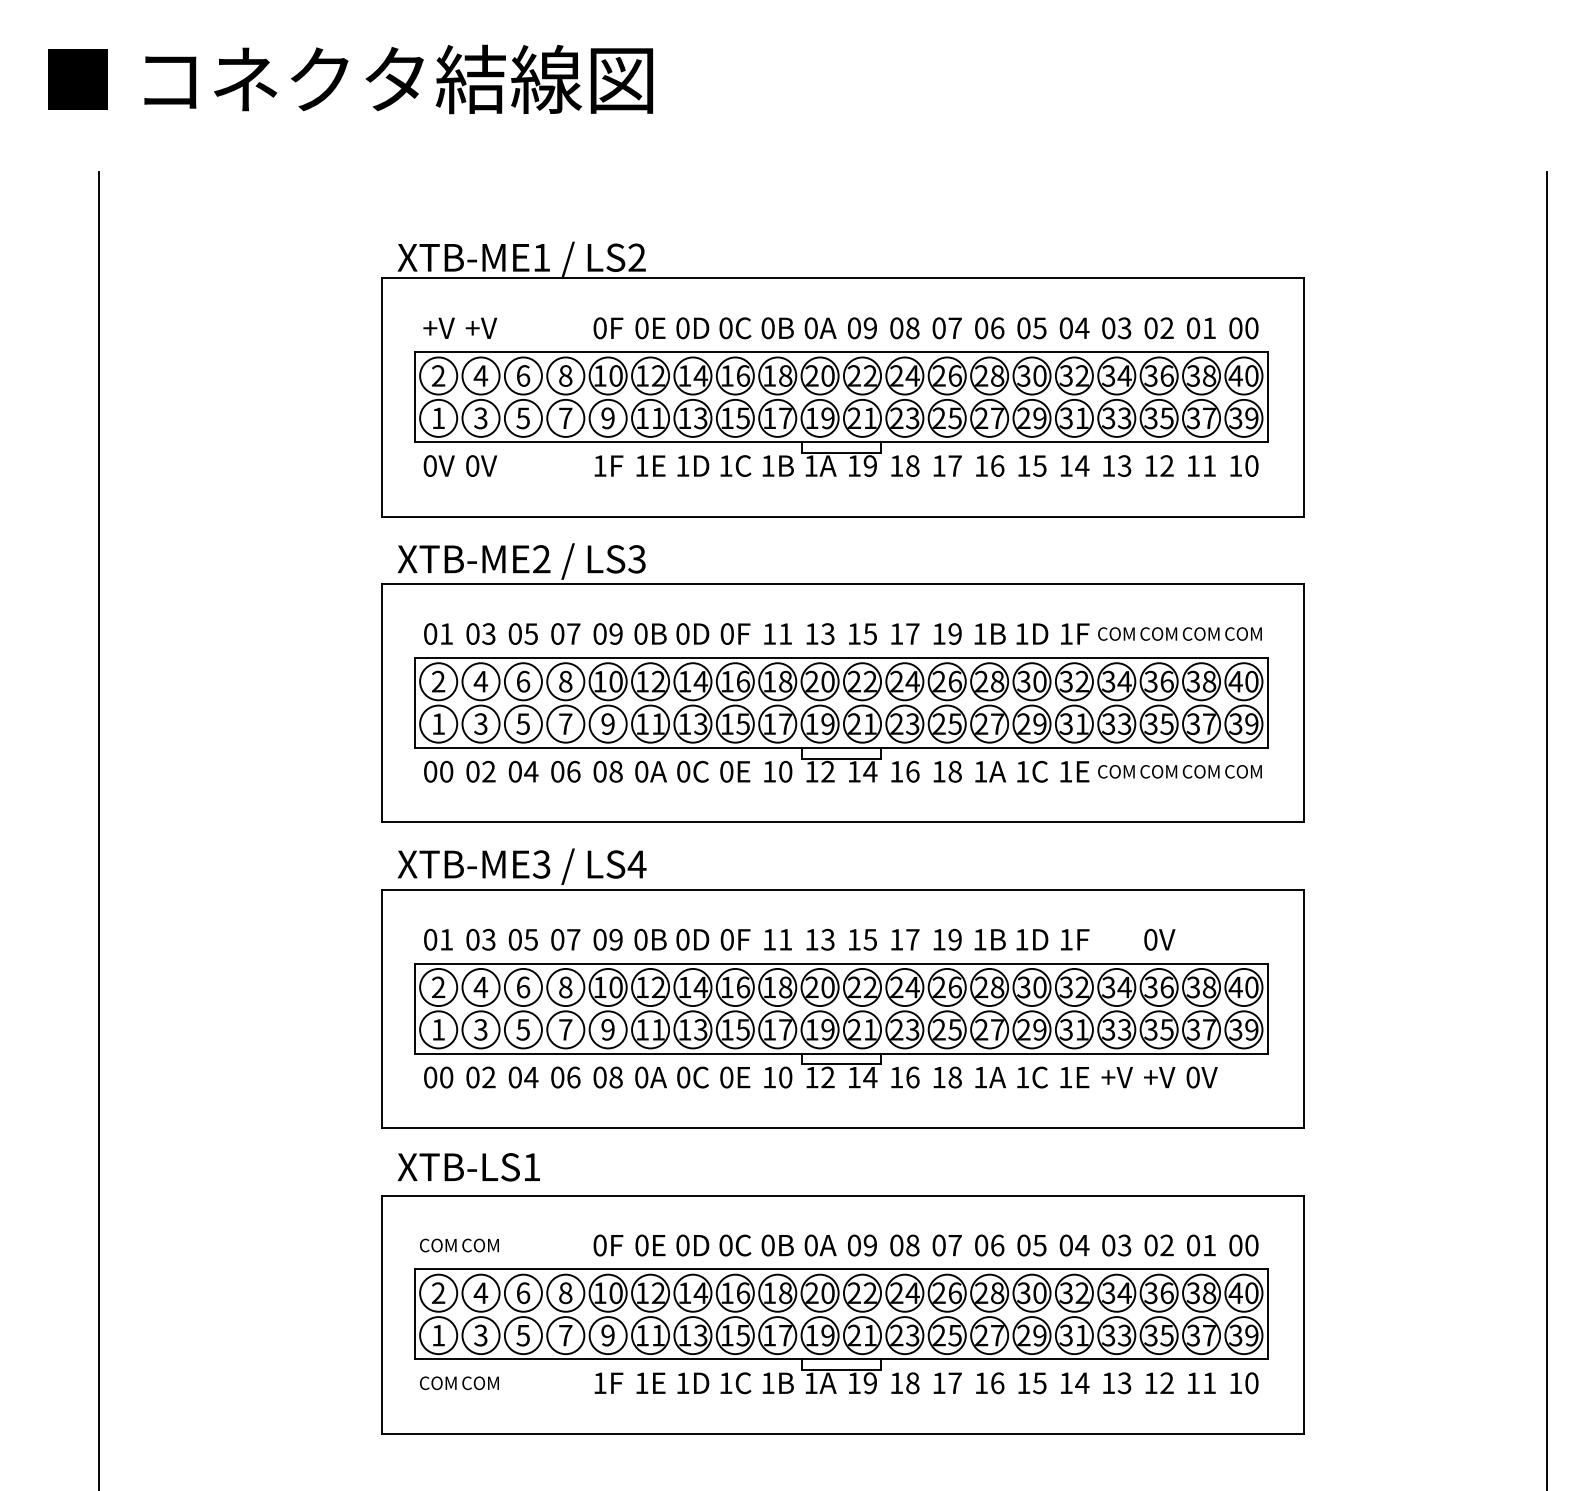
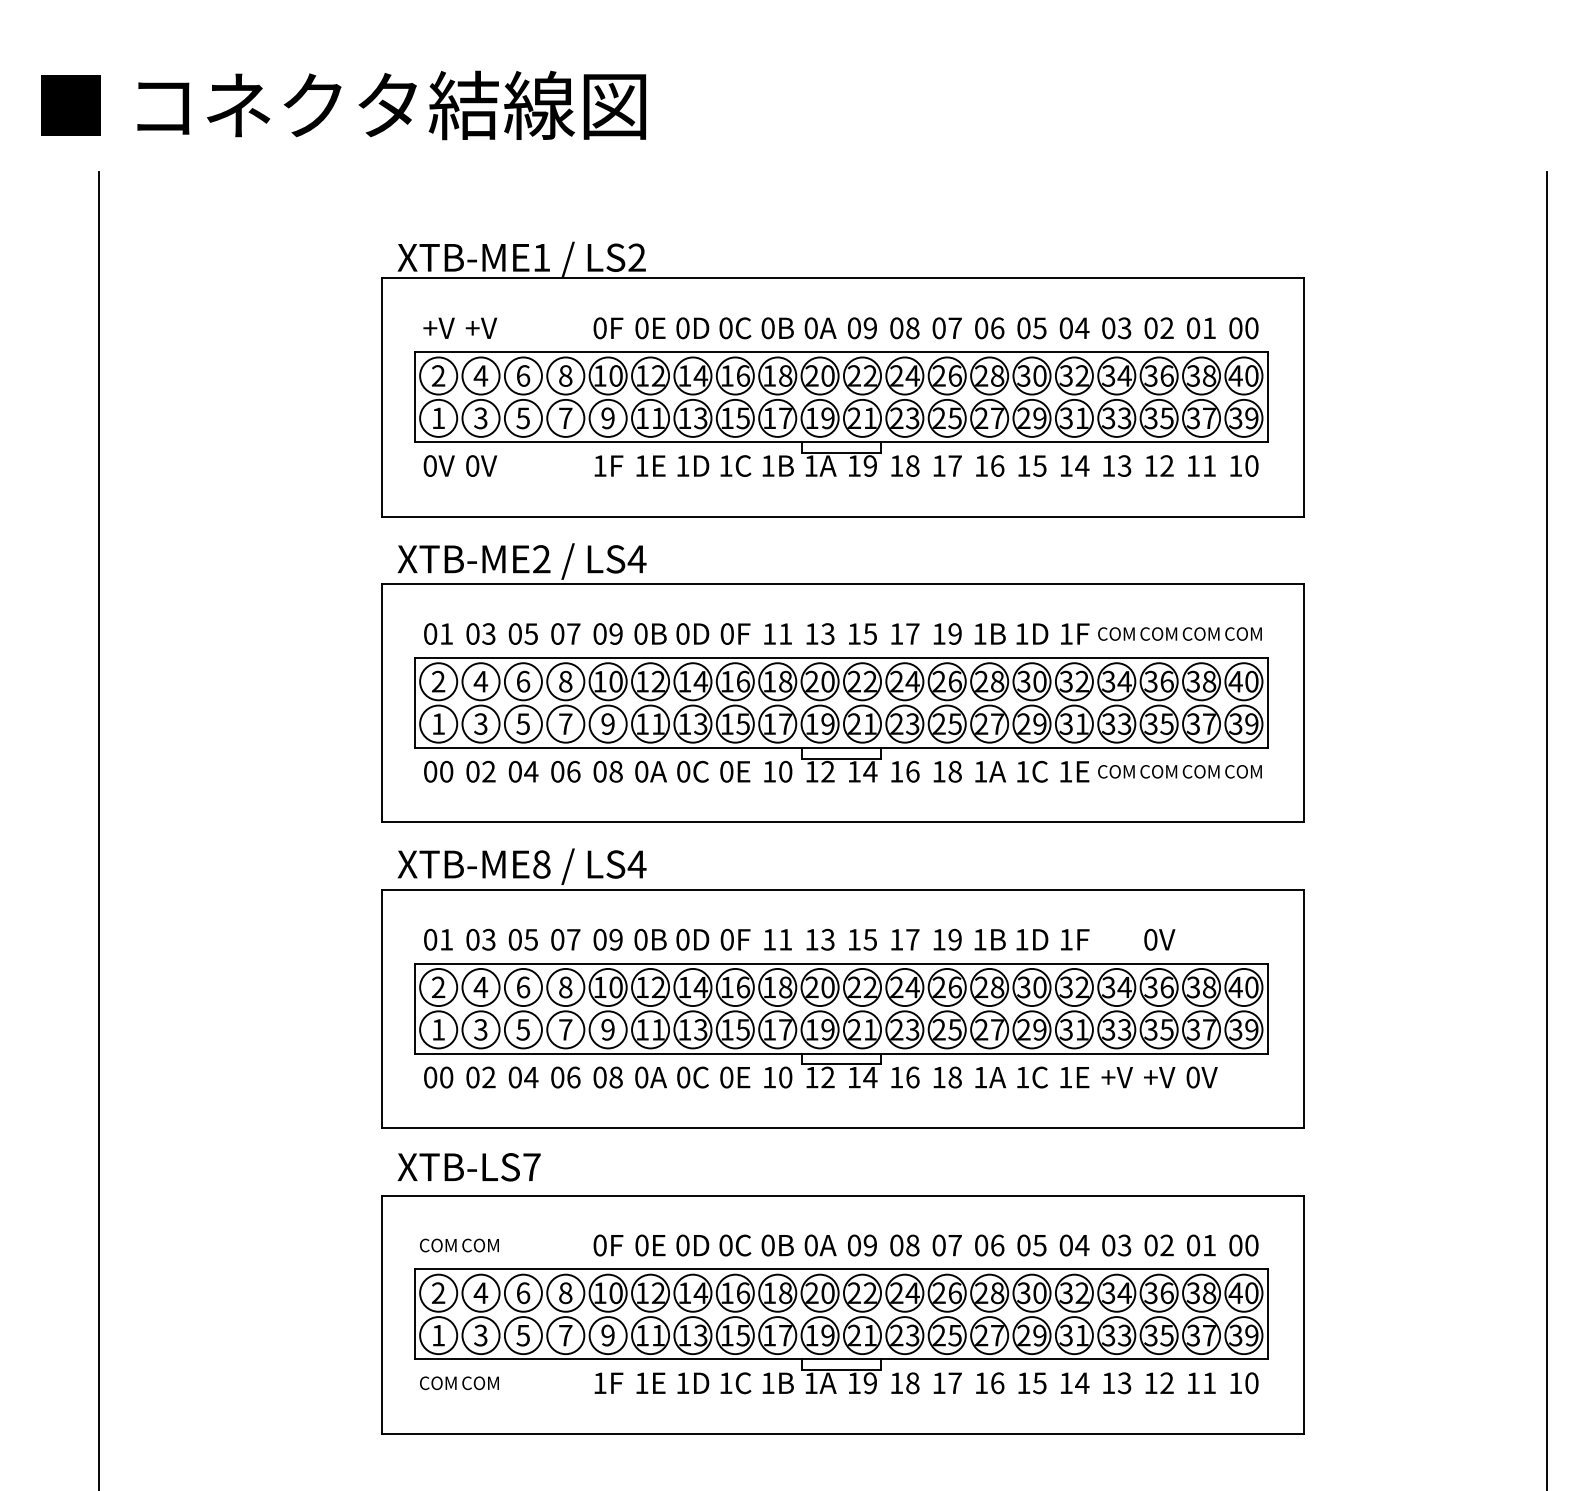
text at (350, 79) position: (350, 79) -> (343, 105)
text at (636, 559): LS3 -> LS4
text at (541, 864): XTB-ME3 -> XTB-ME8
text at (531, 1166): XTB-LS1 -> XTB-LS7
